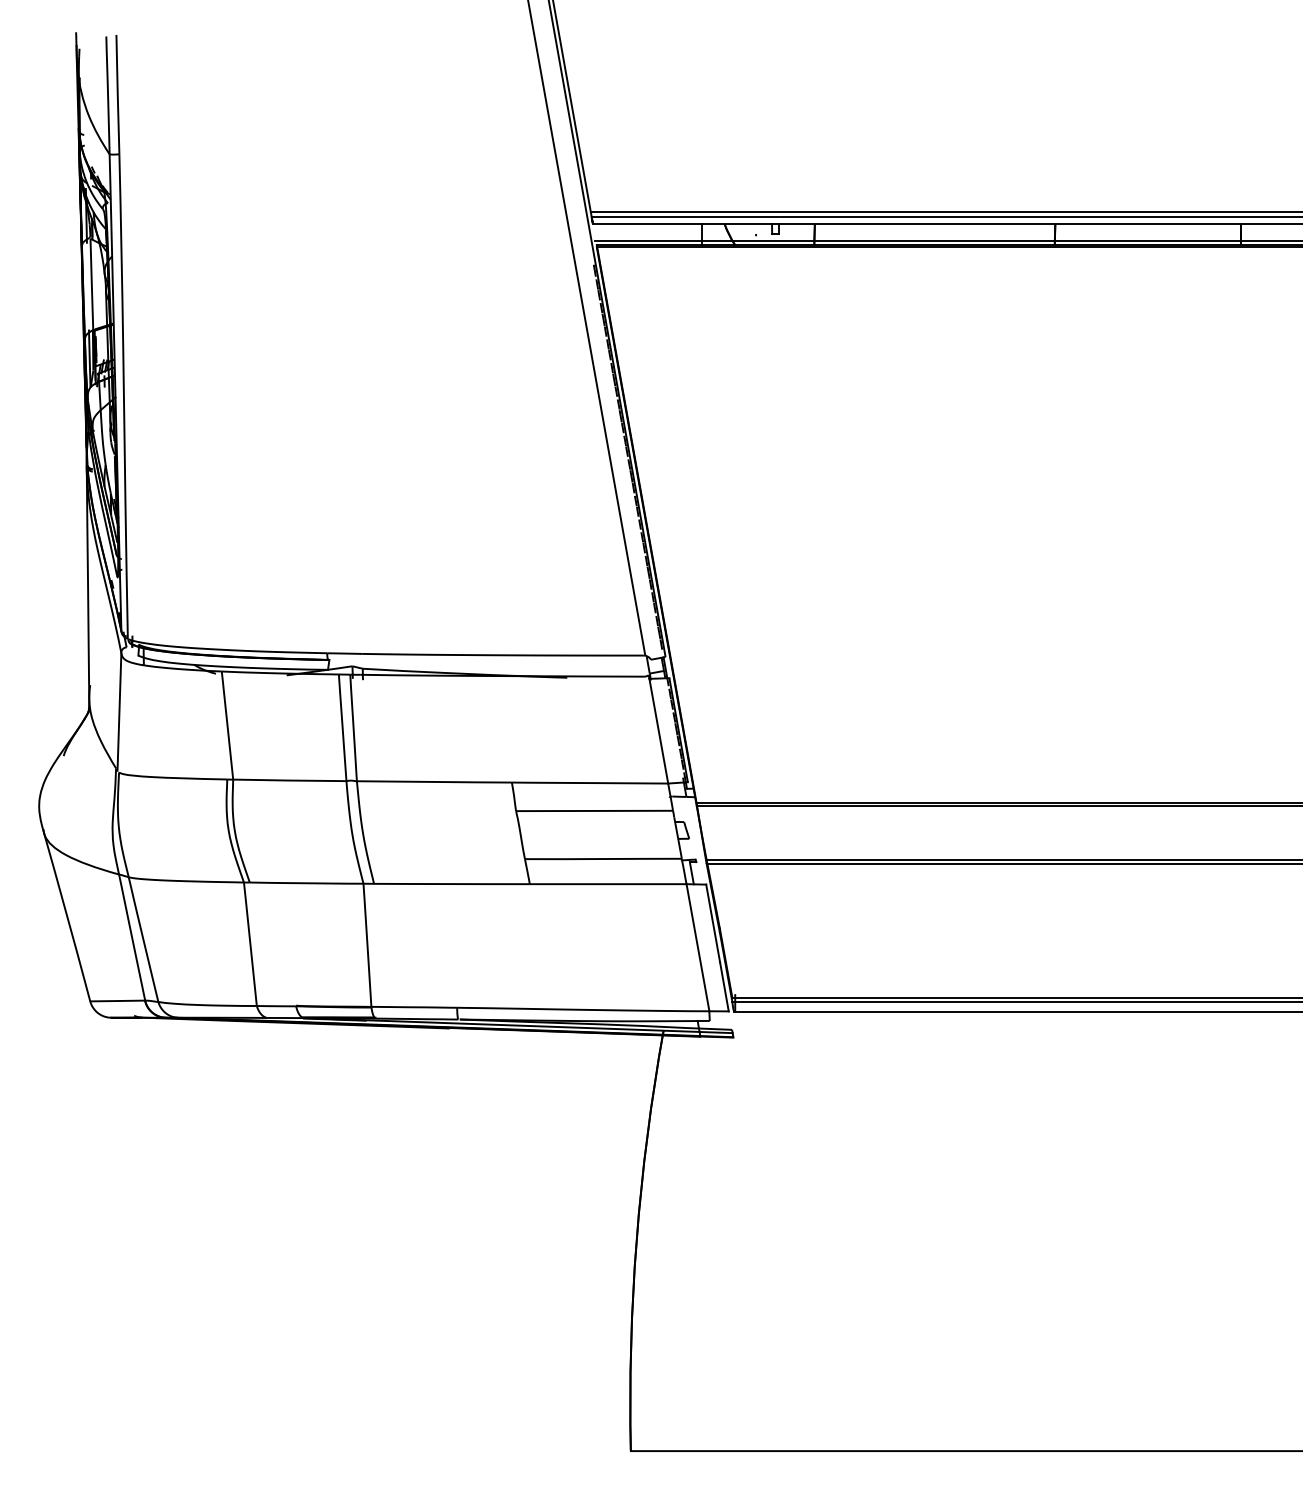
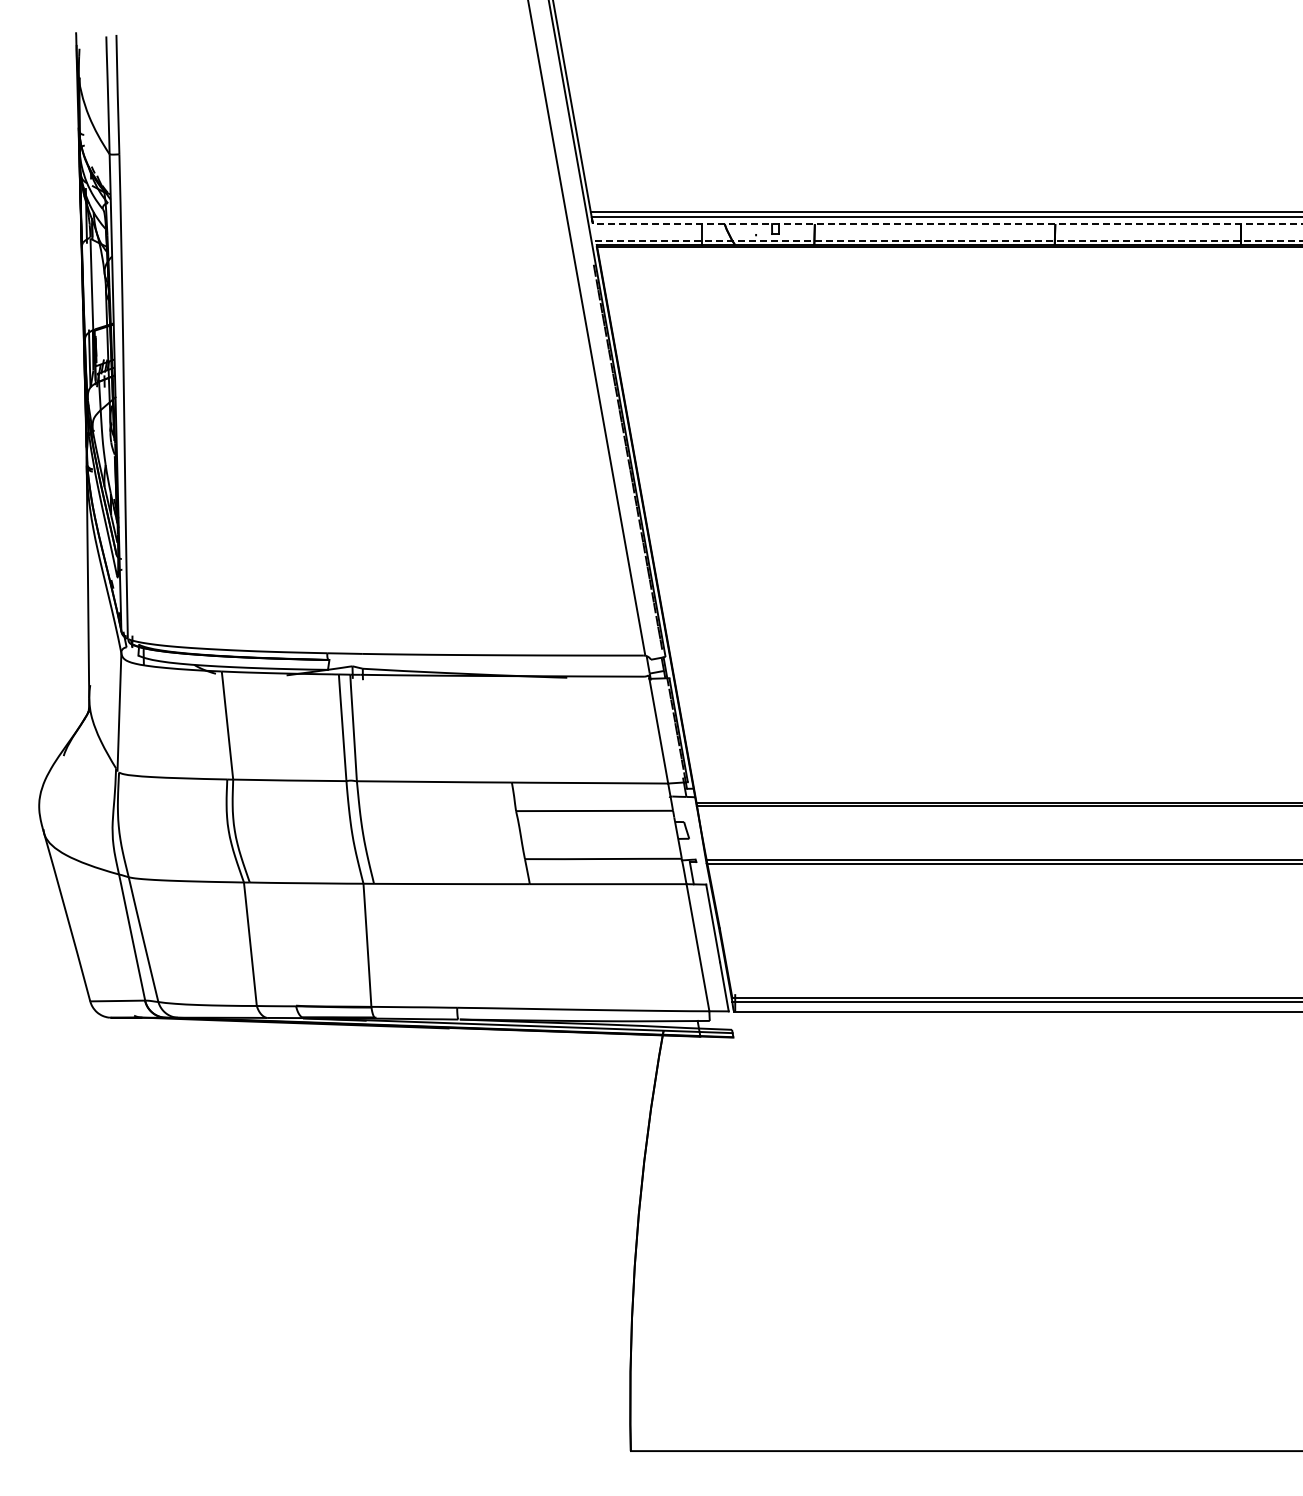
line at (947, 224): solid -> dashed
line at (947, 240): solid -> dashed
